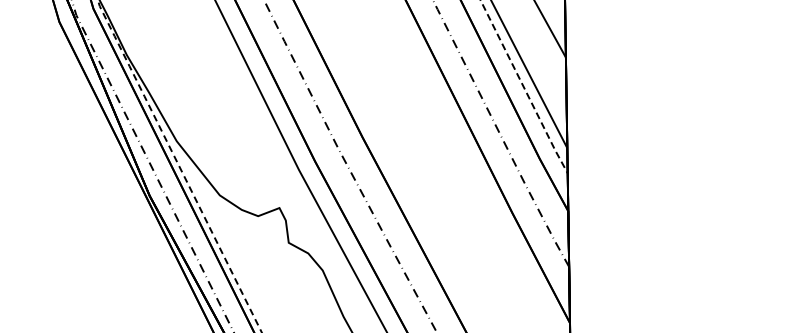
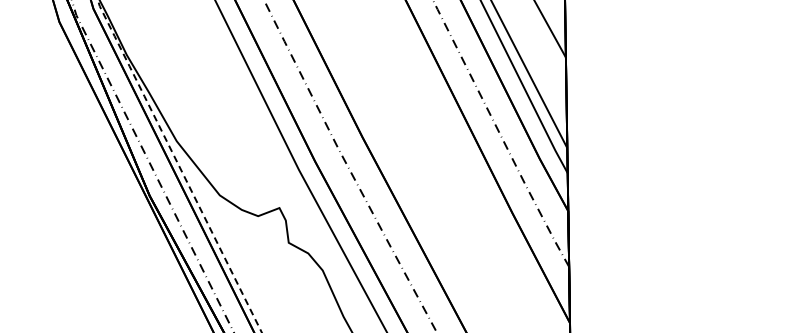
line at (524, 88): dashed -> solid
